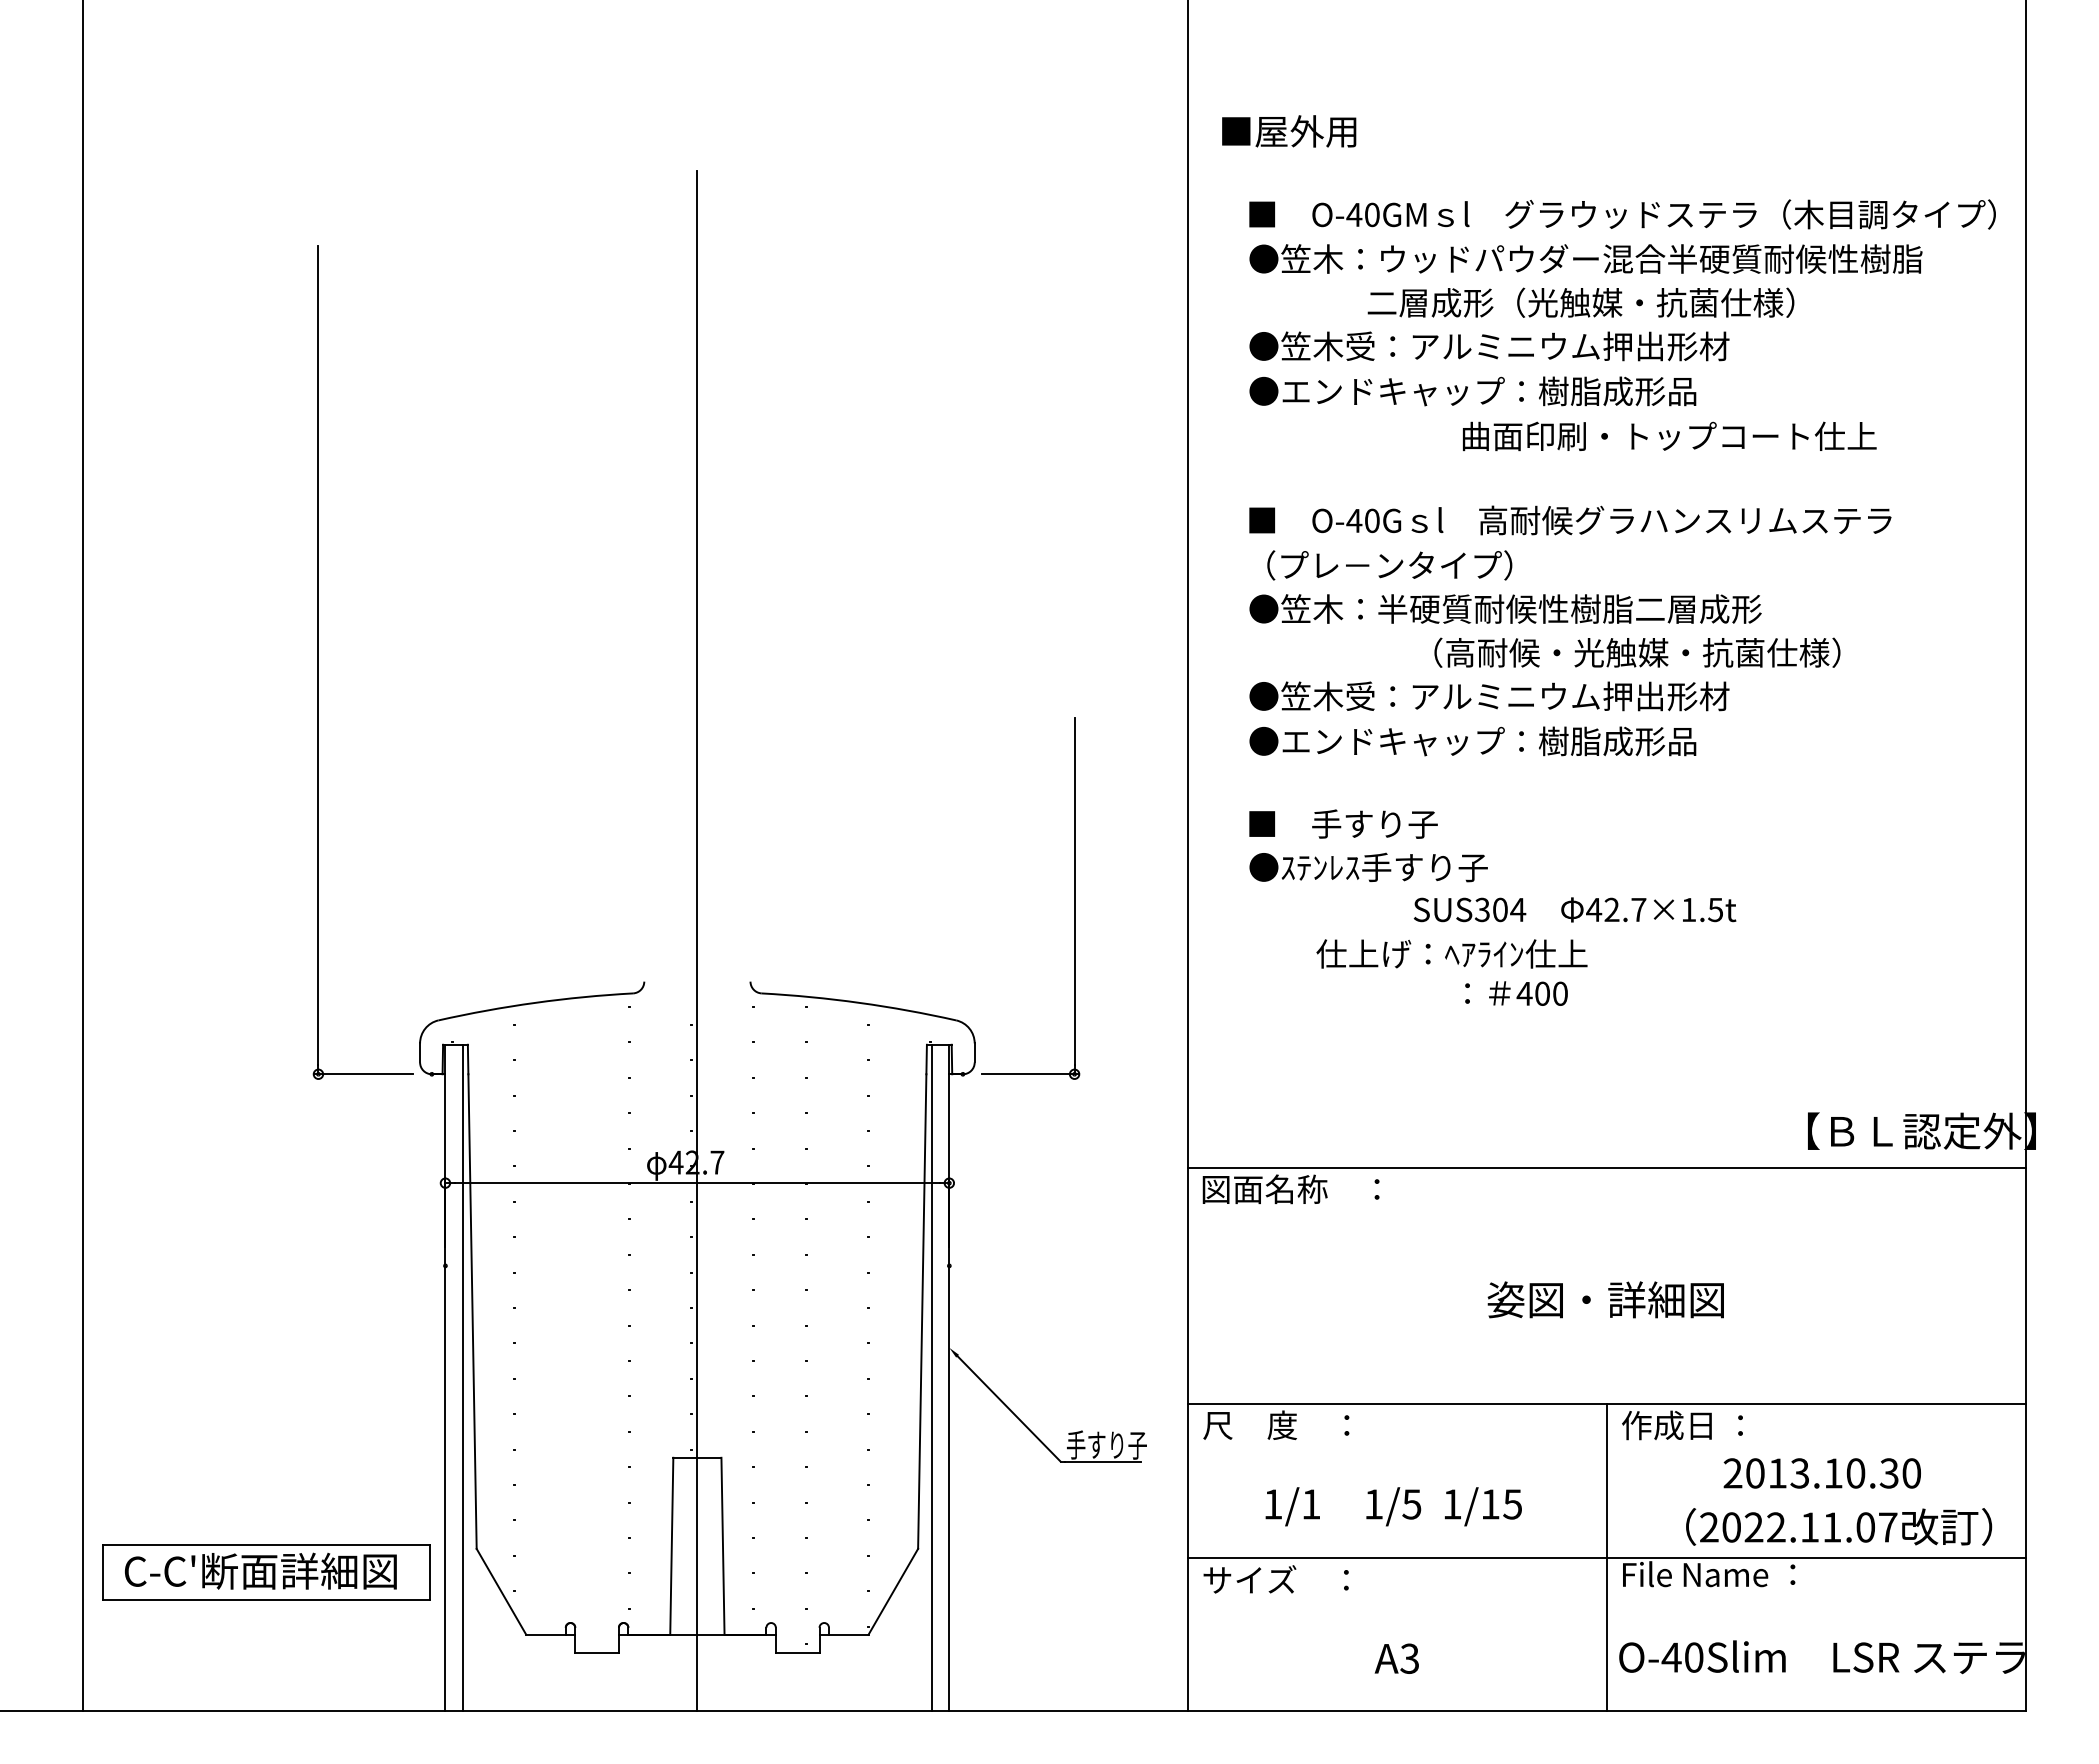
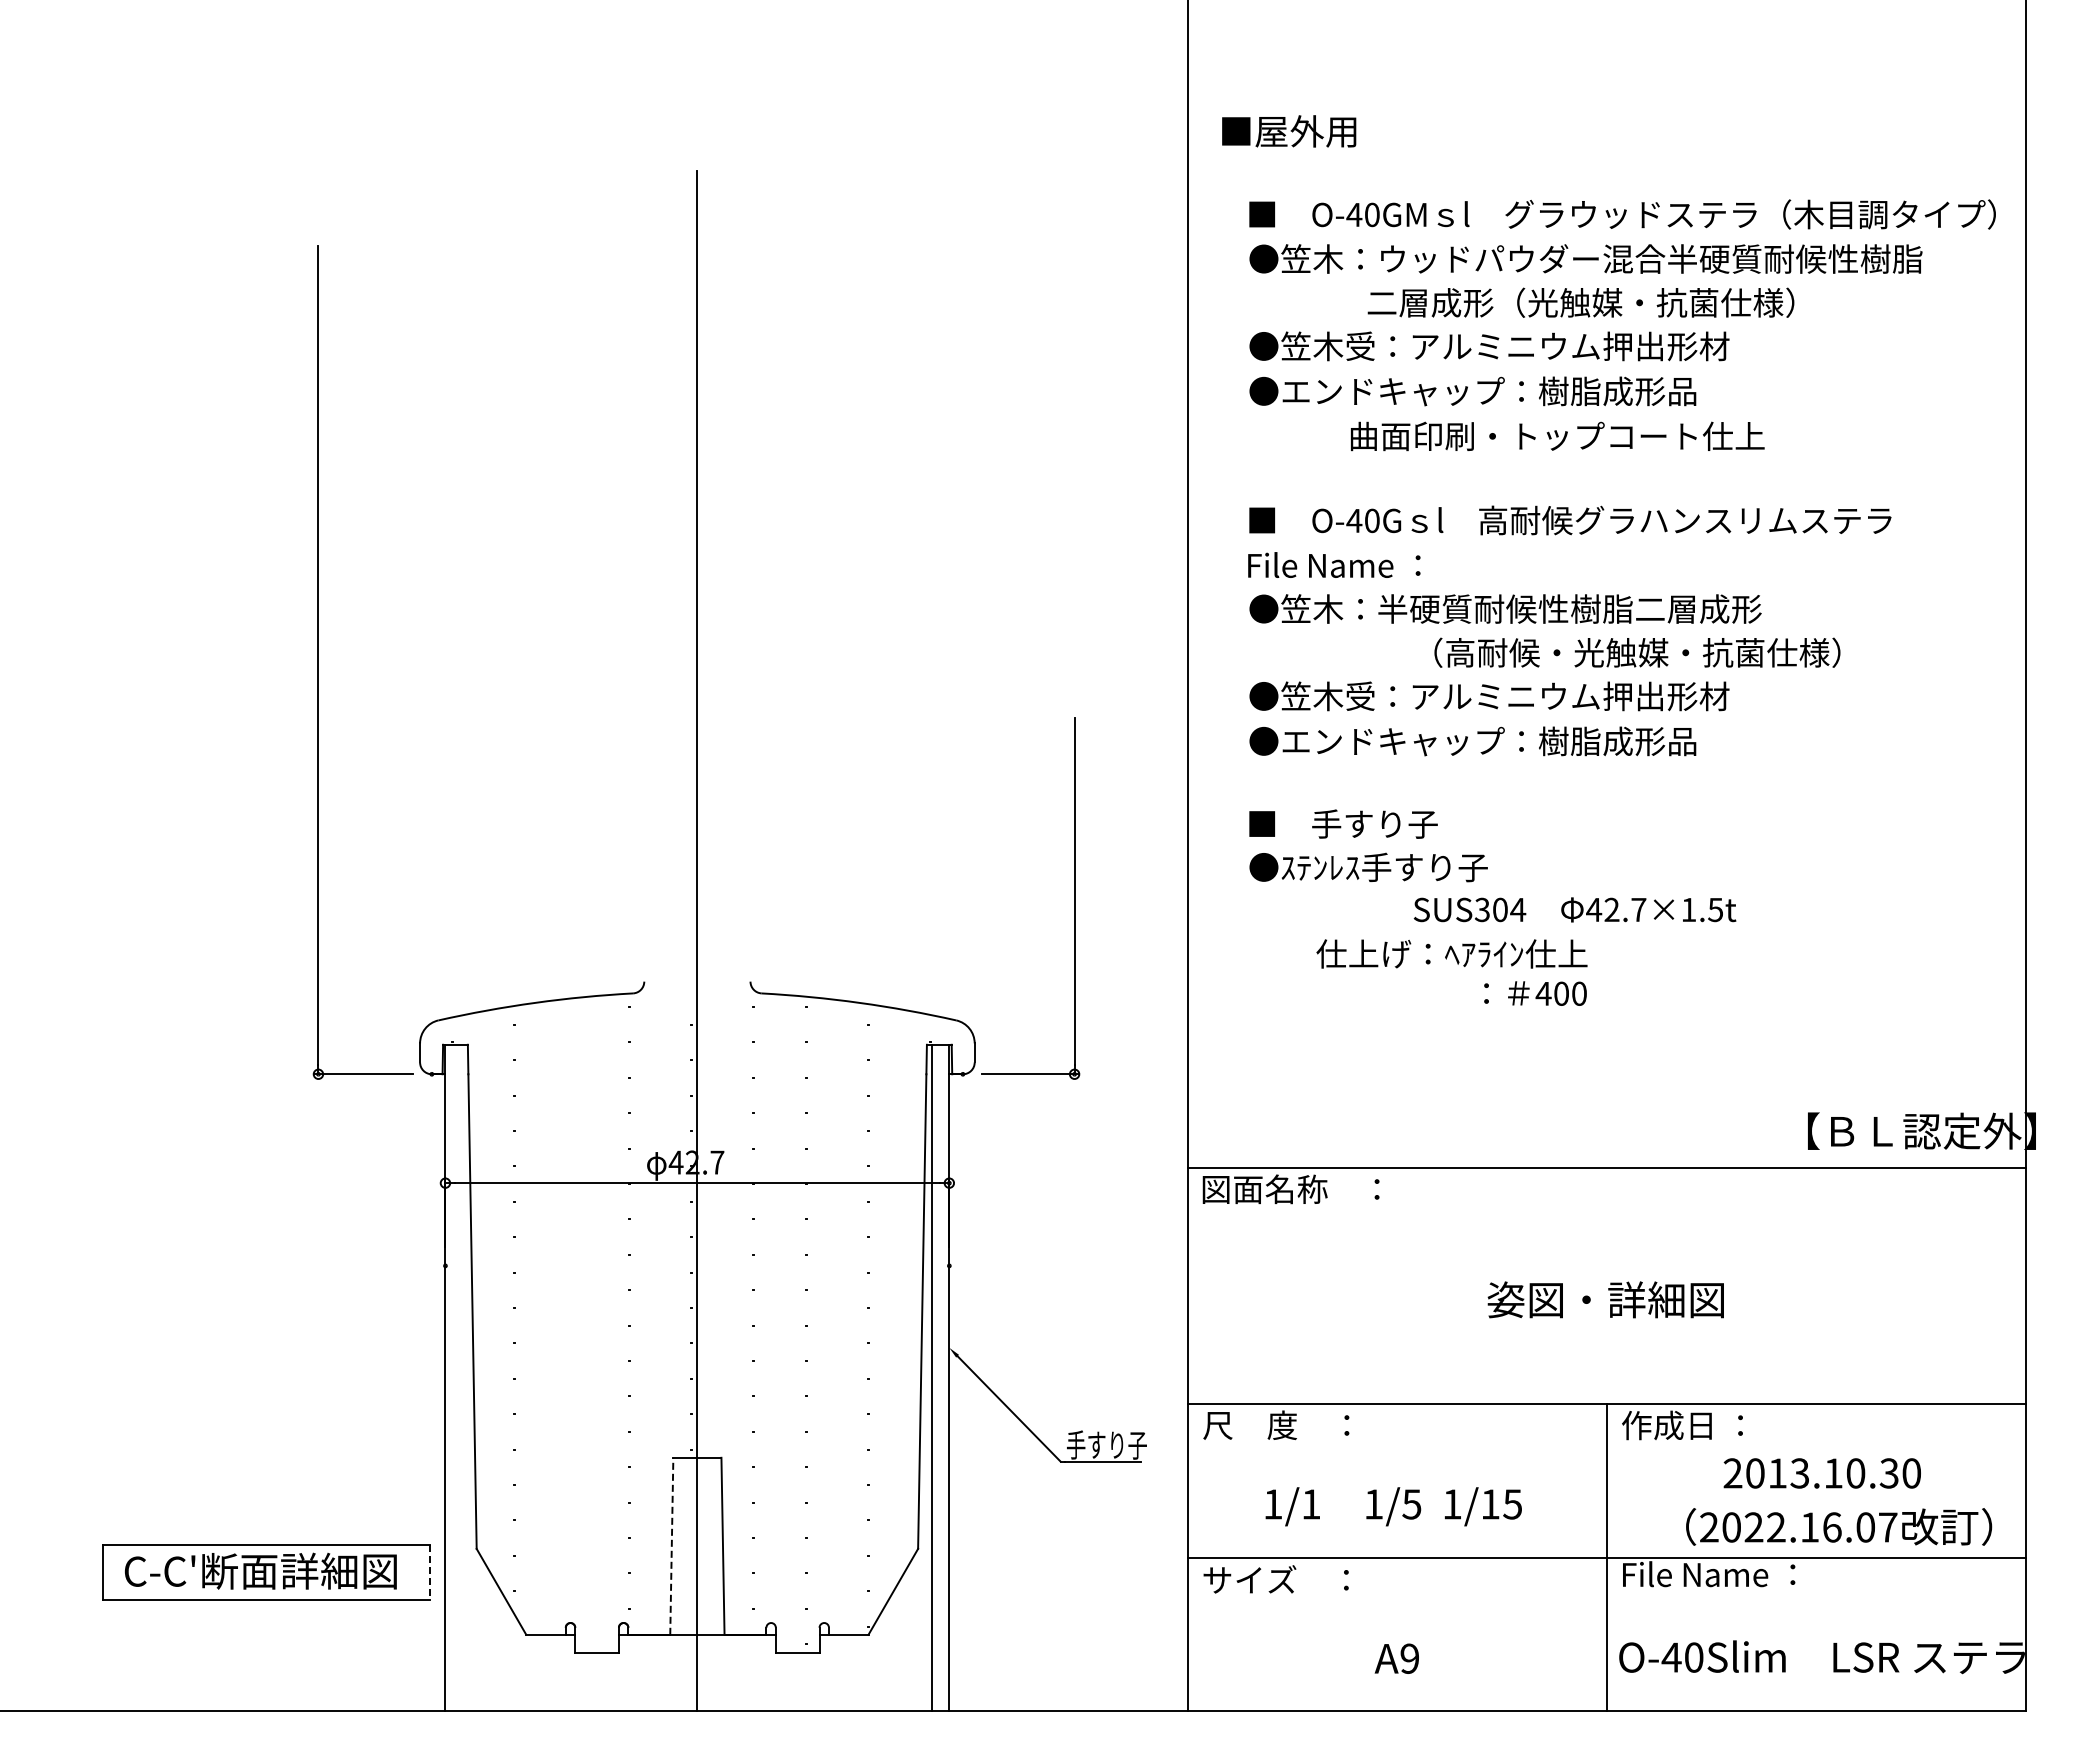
text at (1669, 436) position: (1669, 436) -> (1557, 436)
text at (1380, 565): （プレ－ンタイプ） -> File Name ：
line at (83, 856): present -> none
text at (1516, 993) position: (1516, 993) -> (1535, 993)
line at (463, 1377): present -> none
text at (1832, 1527): 2022.11.07 -> 2022.16.07
line at (671, 1546): solid -> dashed
line at (430, 1573): solid -> dashed
text at (1409, 1658): A3 -> A9
